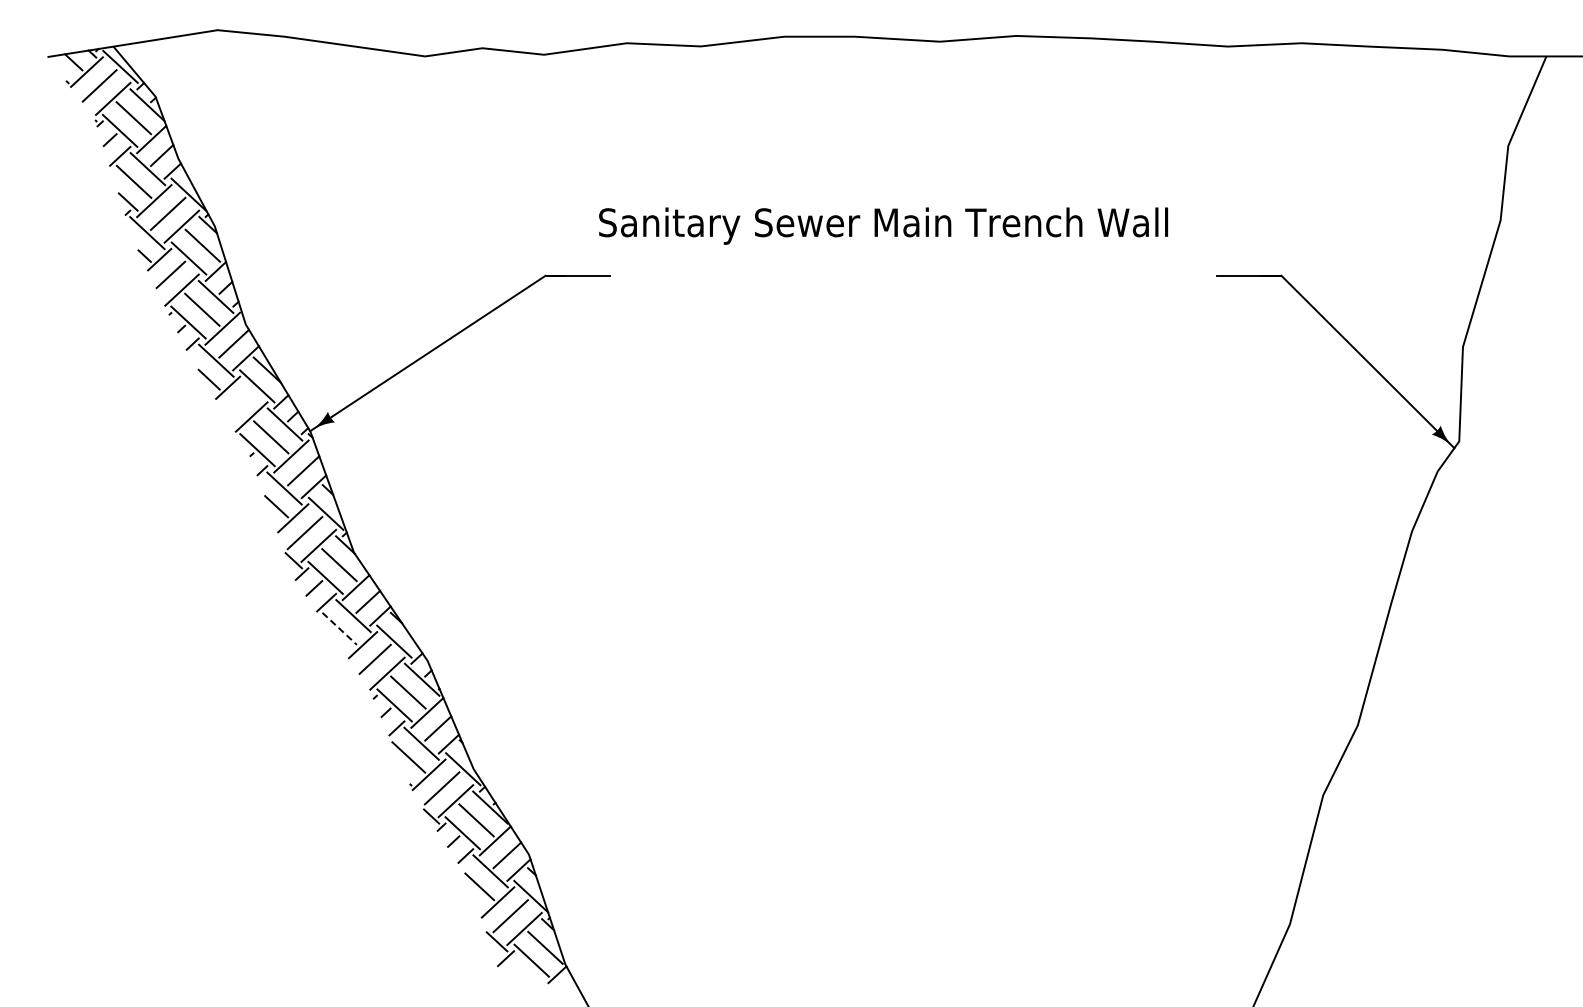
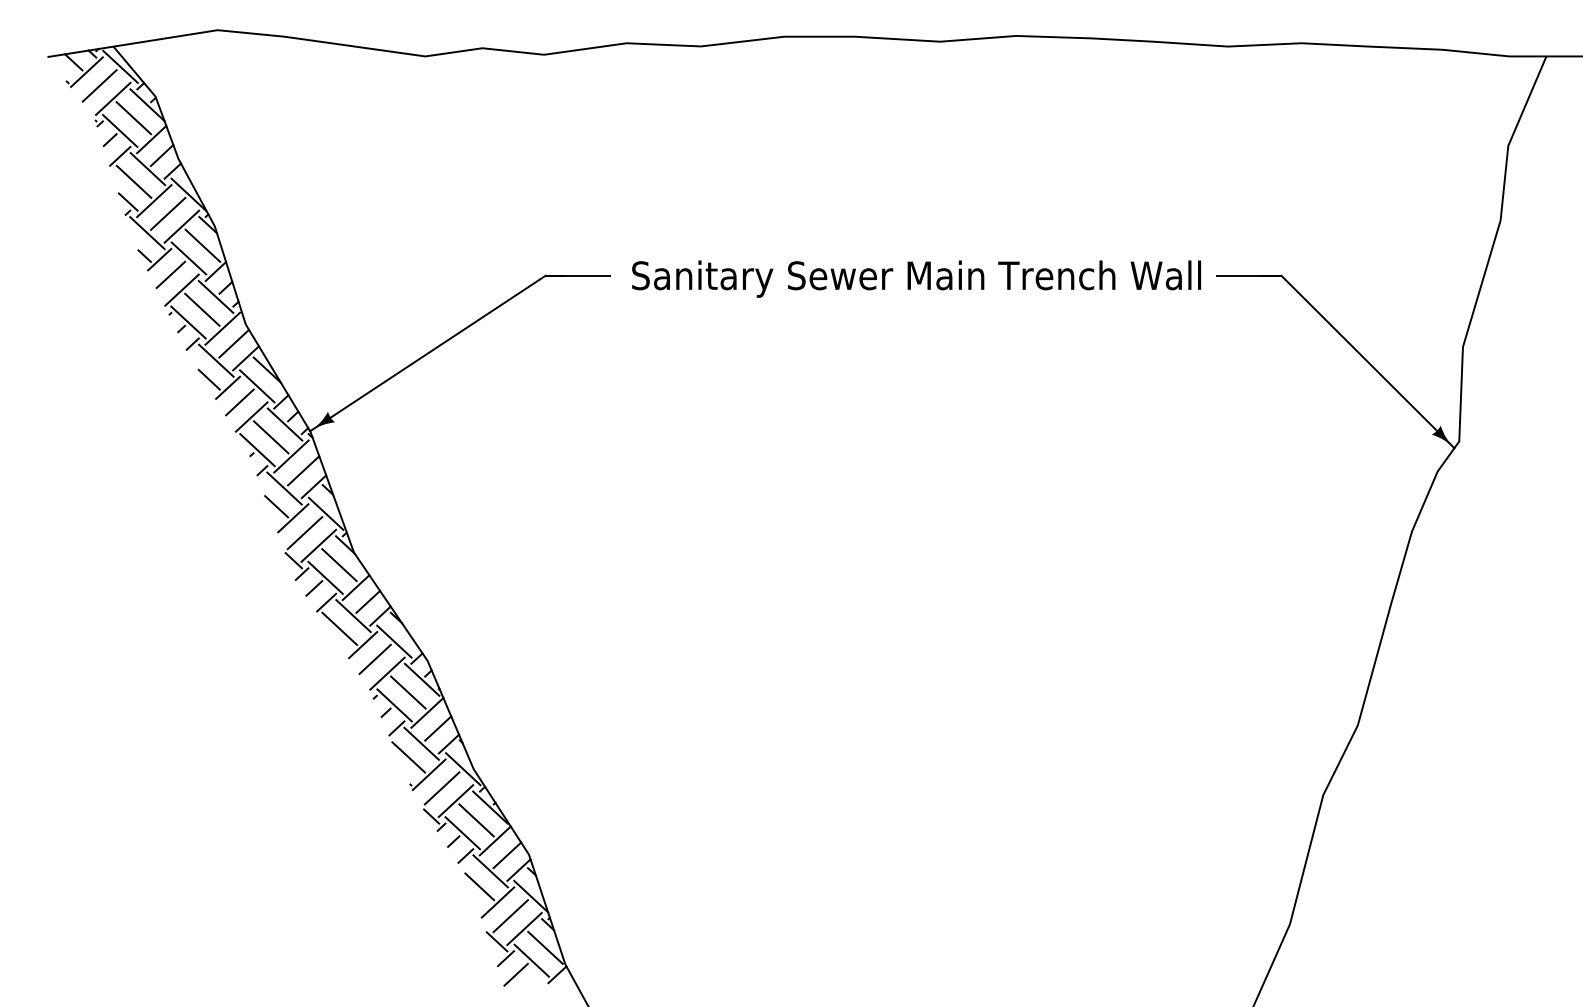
text at (883, 225) position: (883, 225) -> (916, 278)
line at (239, 402): none -> present
line at (339, 628): dashed -> solid
line at (515, 974): none -> present
